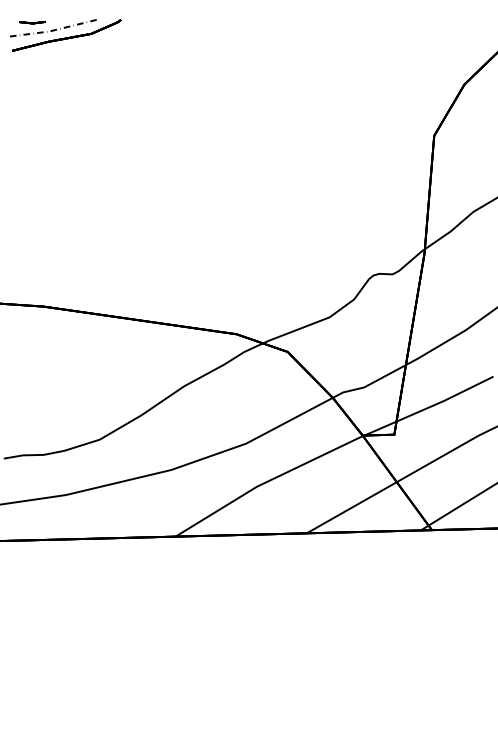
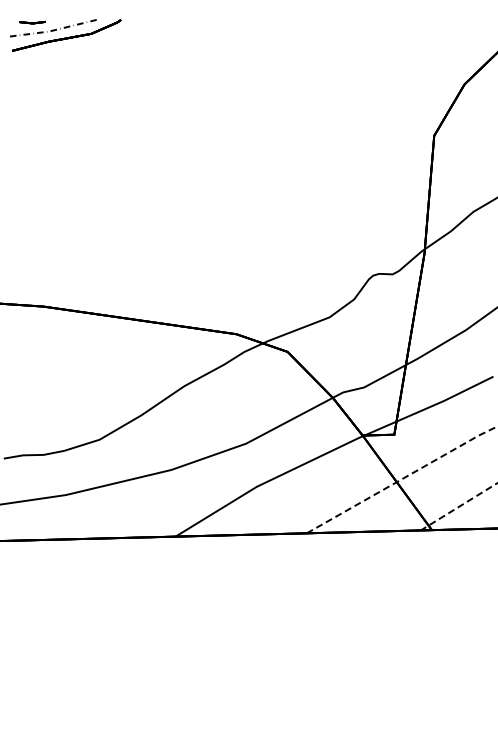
line at (402, 479): solid -> dashed
line at (458, 506): solid -> dashed
